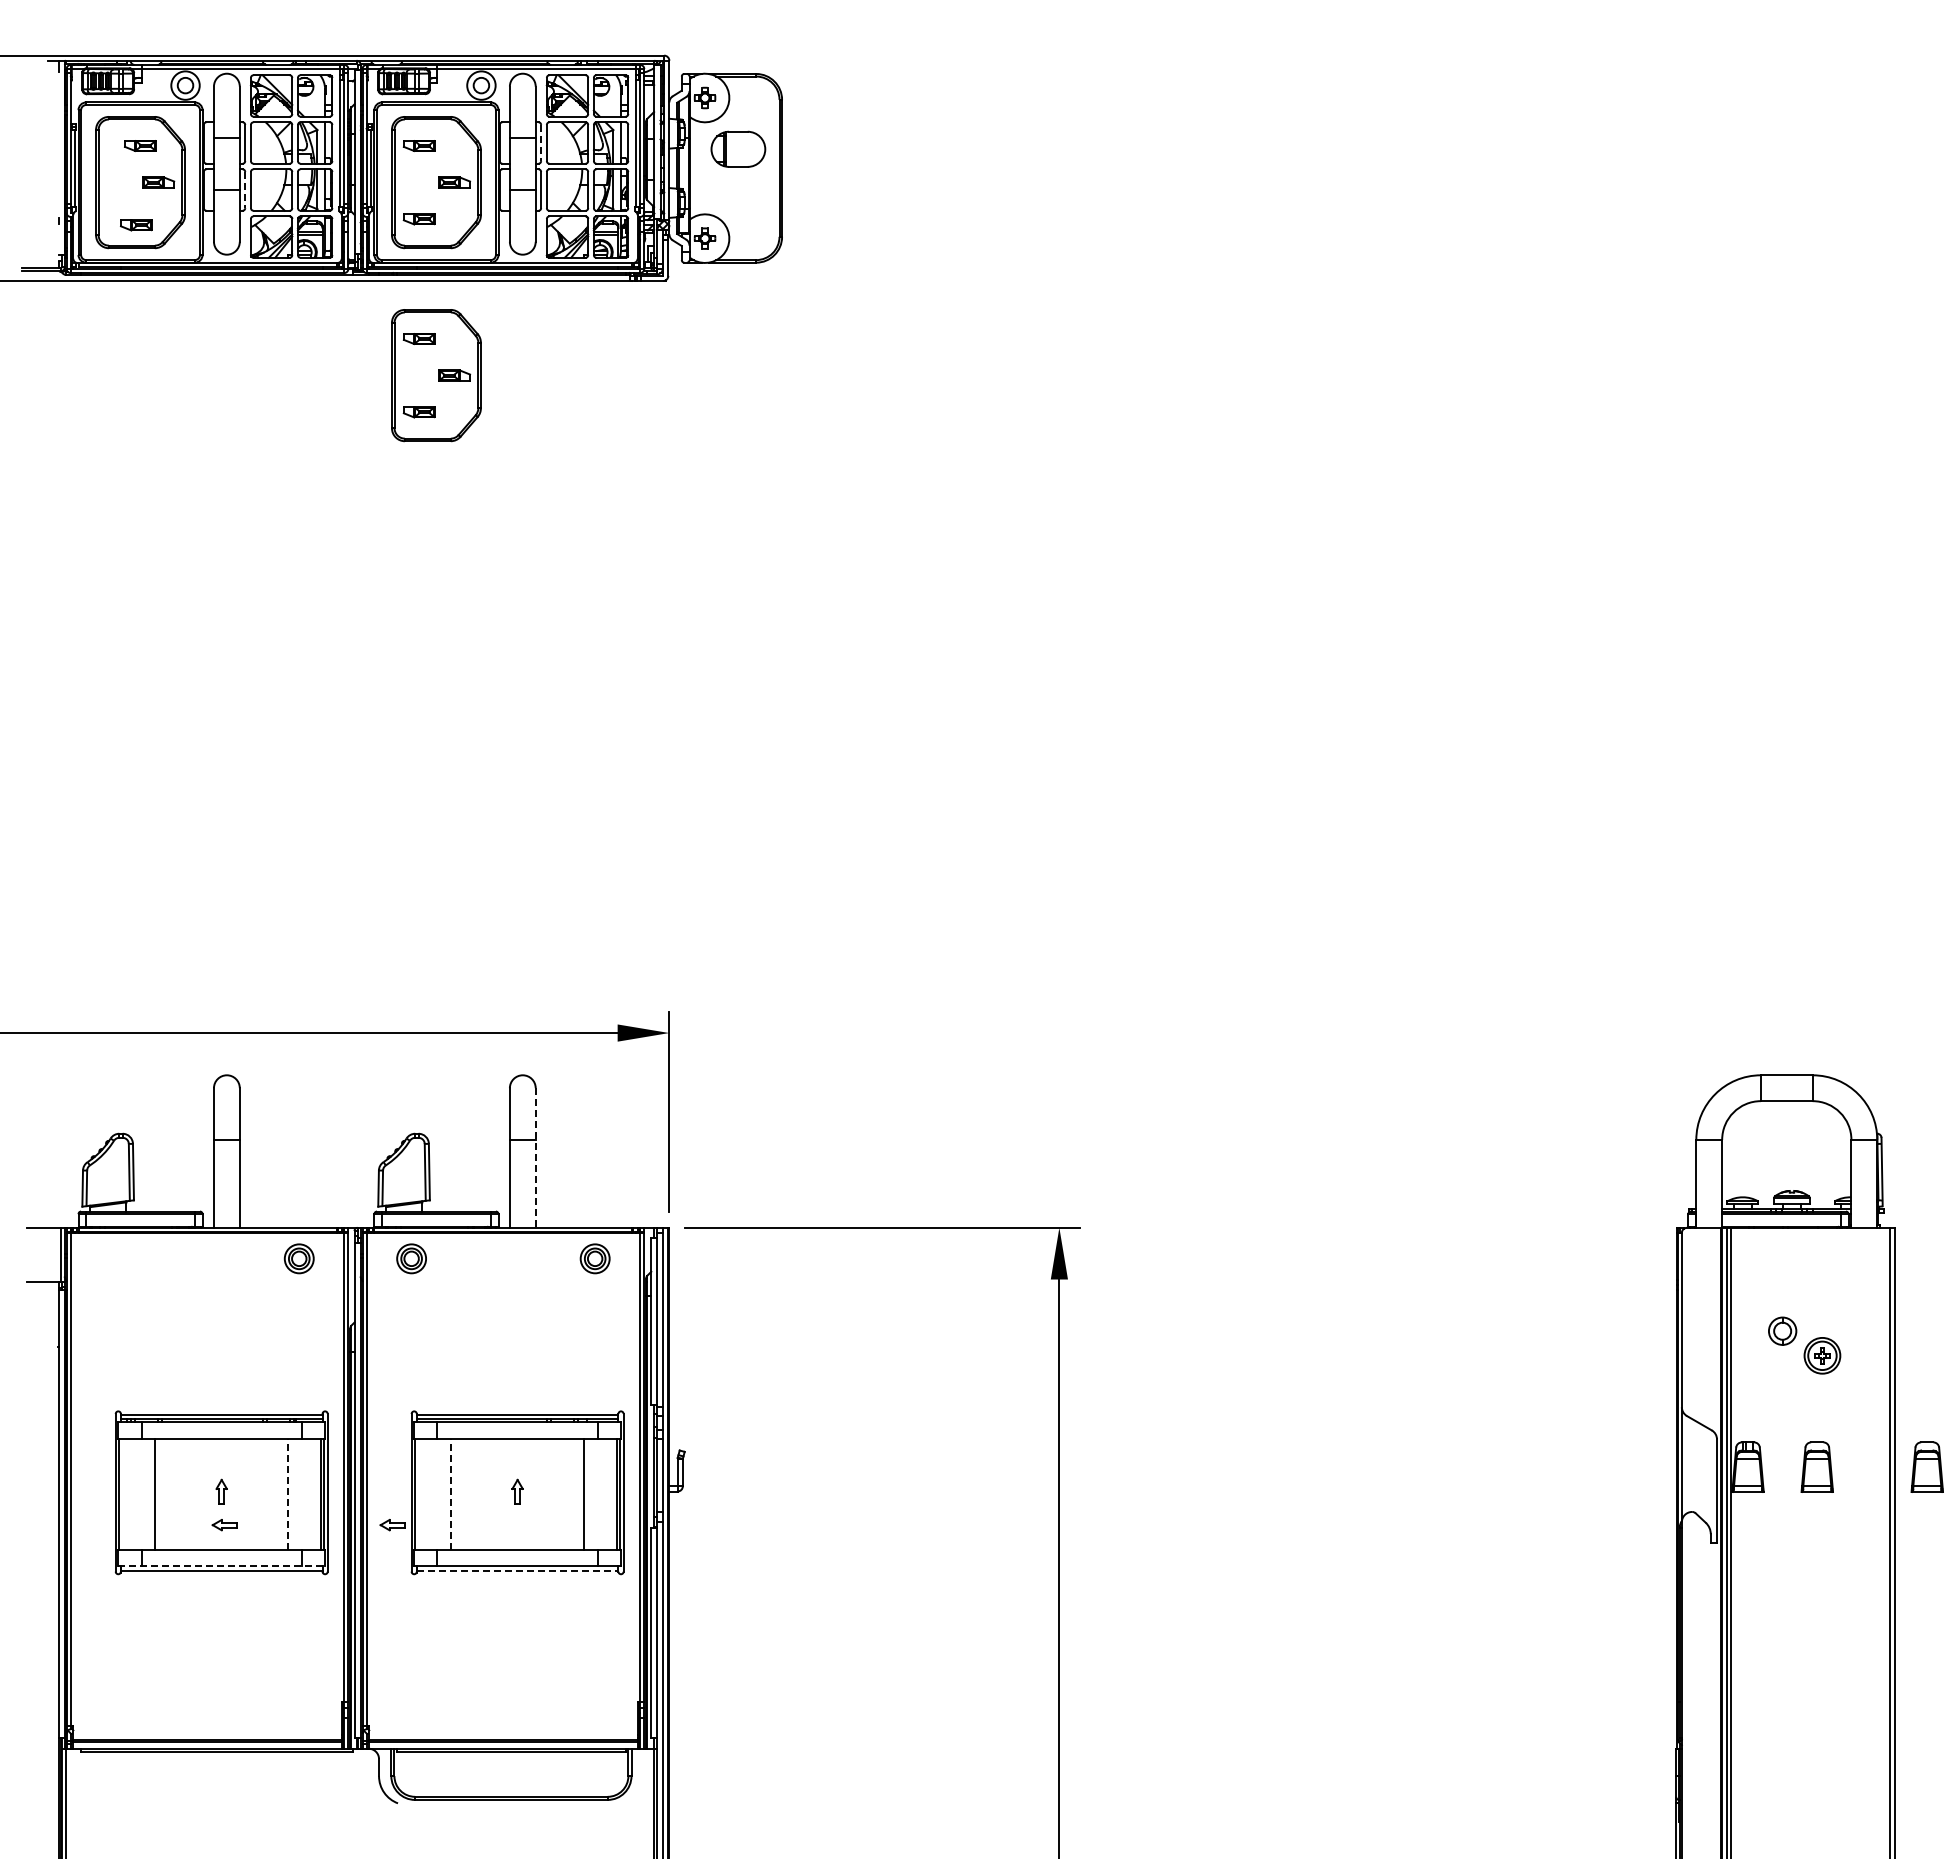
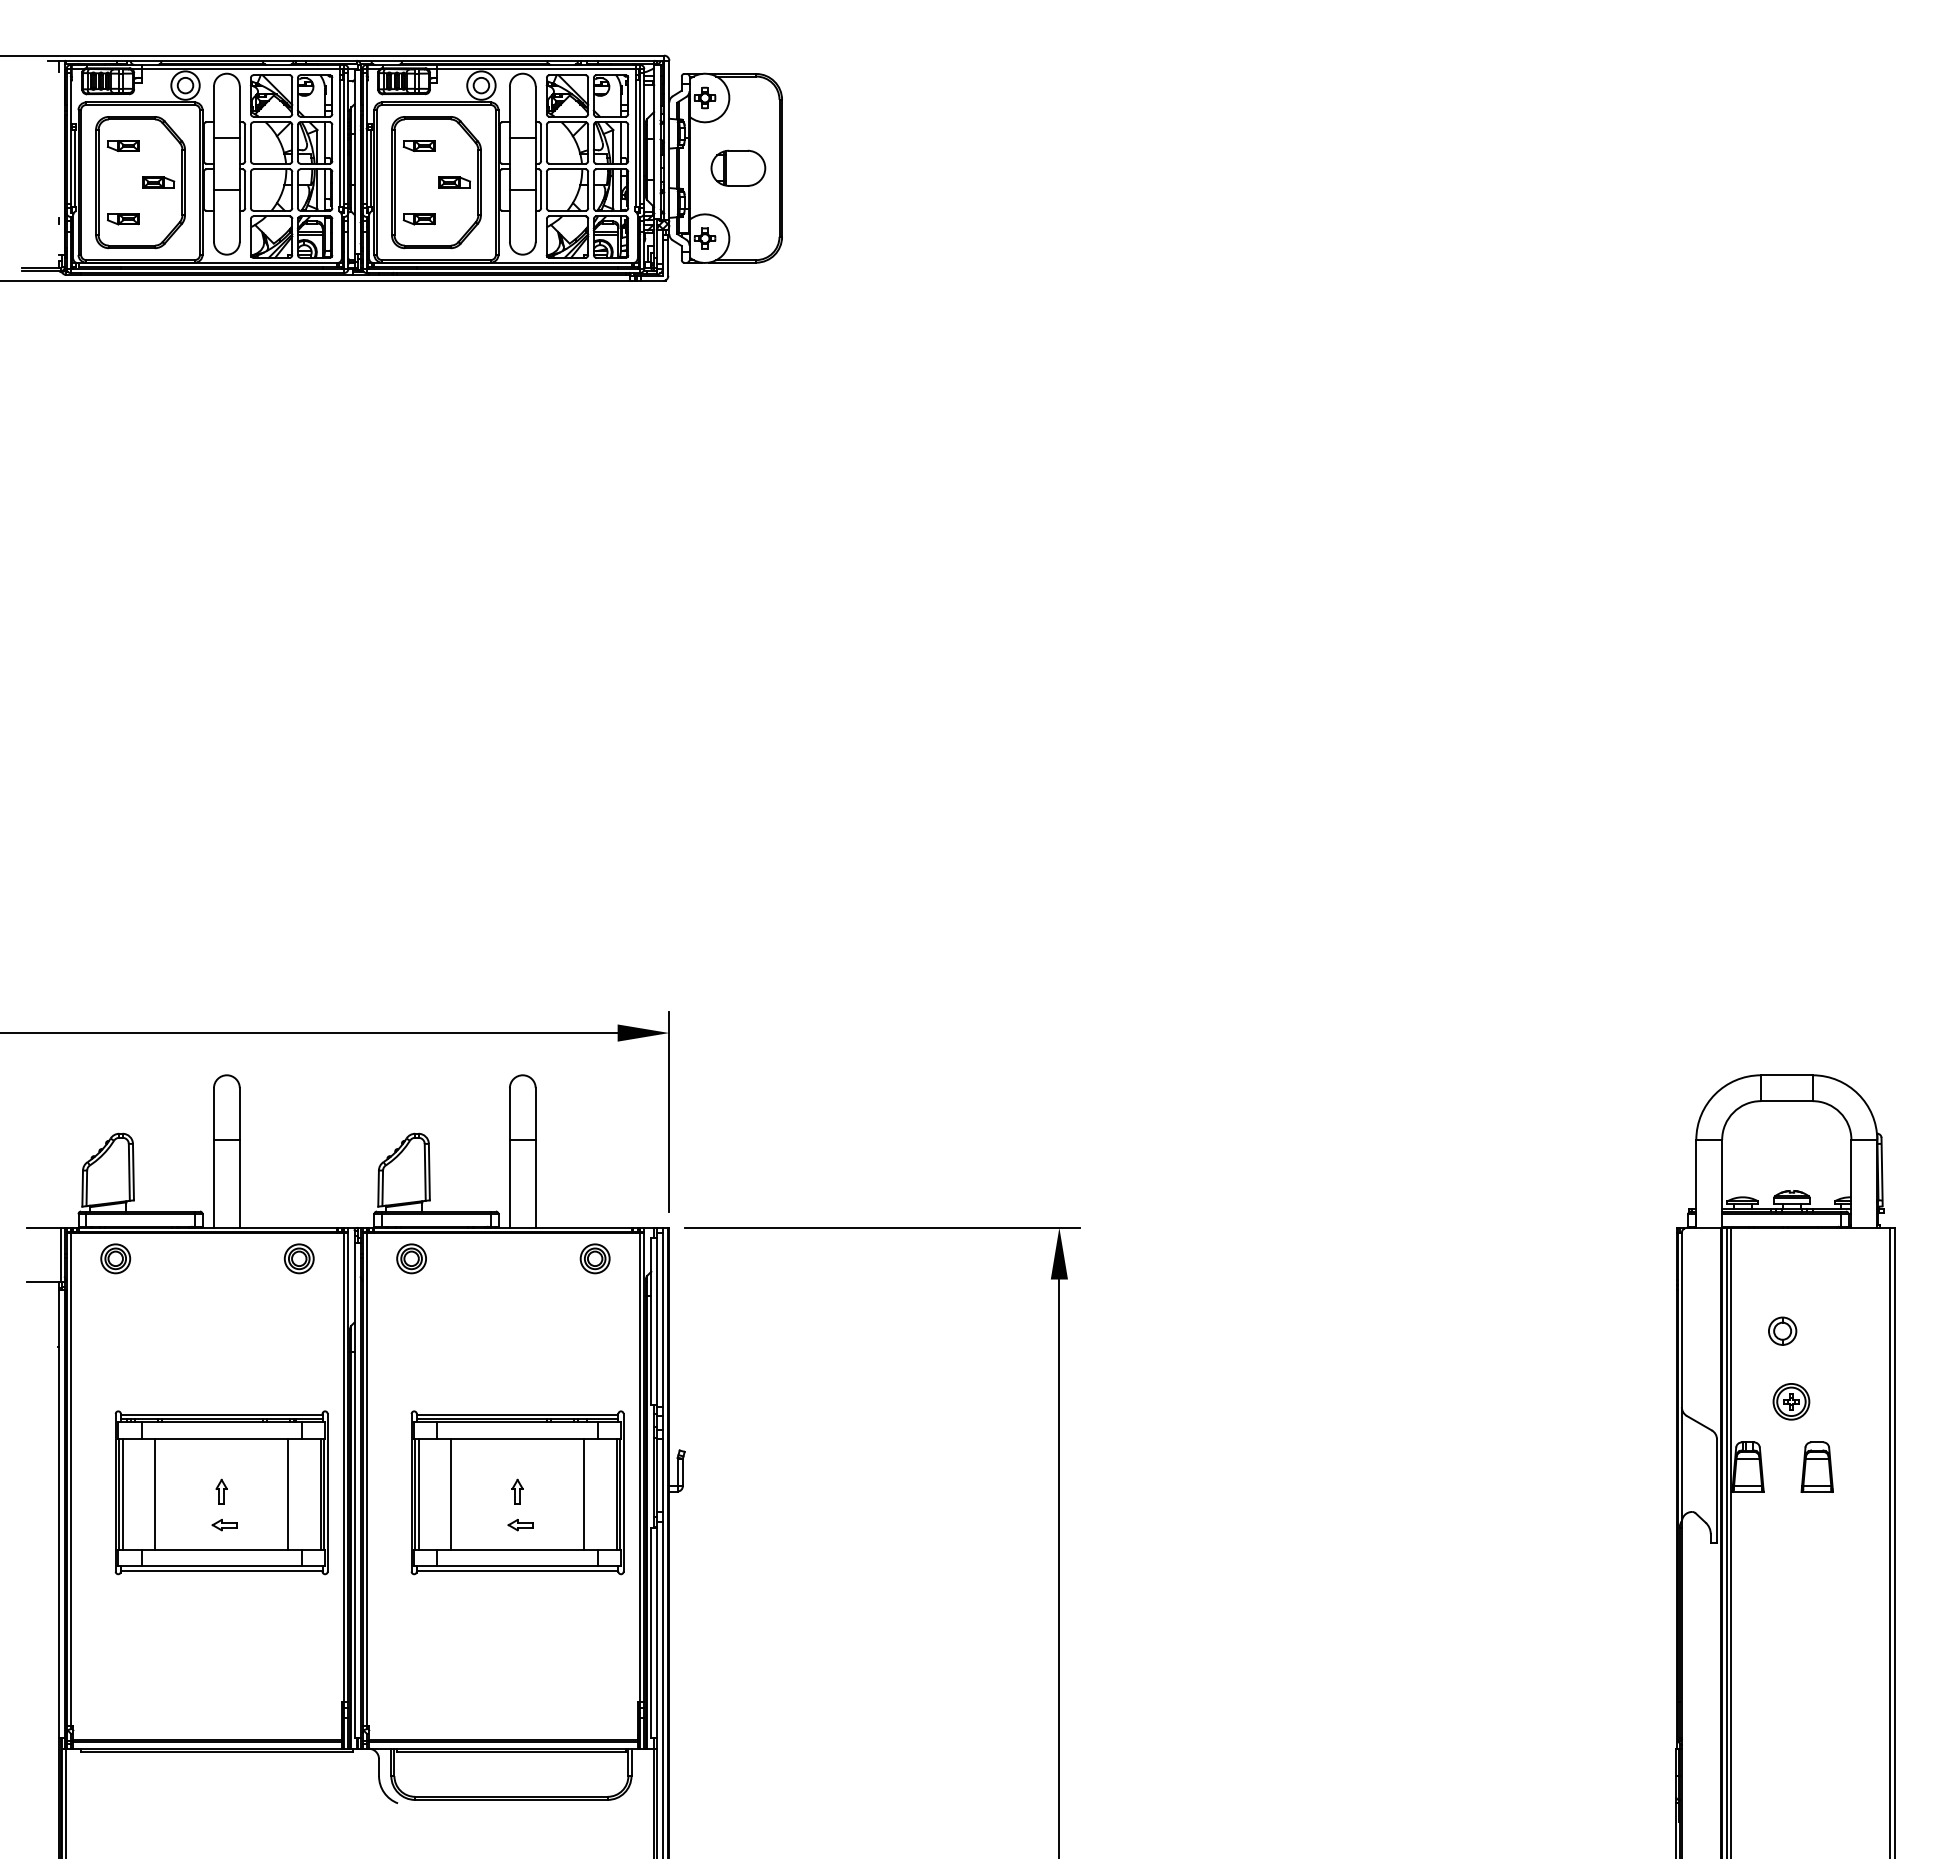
line at (541, 143): dashed -> solid
part at (140, 145) position: (140, 145) -> (123, 145)
part at (738, 148) position: (738, 148) -> (738, 167)
line at (245, 190): dashed -> solid
part at (136, 225) position: (136, 225) -> (123, 219)
part at (436, 375): present -> none
line at (535, 1158): dashed -> solid
part at (115, 1258): none -> present
part at (1822, 1355) position: (1822, 1355) -> (1791, 1401)
part at (1926, 1466): present -> none
line at (122, 1493): none -> present
line at (418, 1493): none -> present
line at (288, 1494): dashed -> solid
line at (451, 1494): dashed -> solid
part at (392, 1525) position: (392, 1525) -> (520, 1525)
line at (222, 1566): dashed -> solid
line at (517, 1570): dashed -> solid
